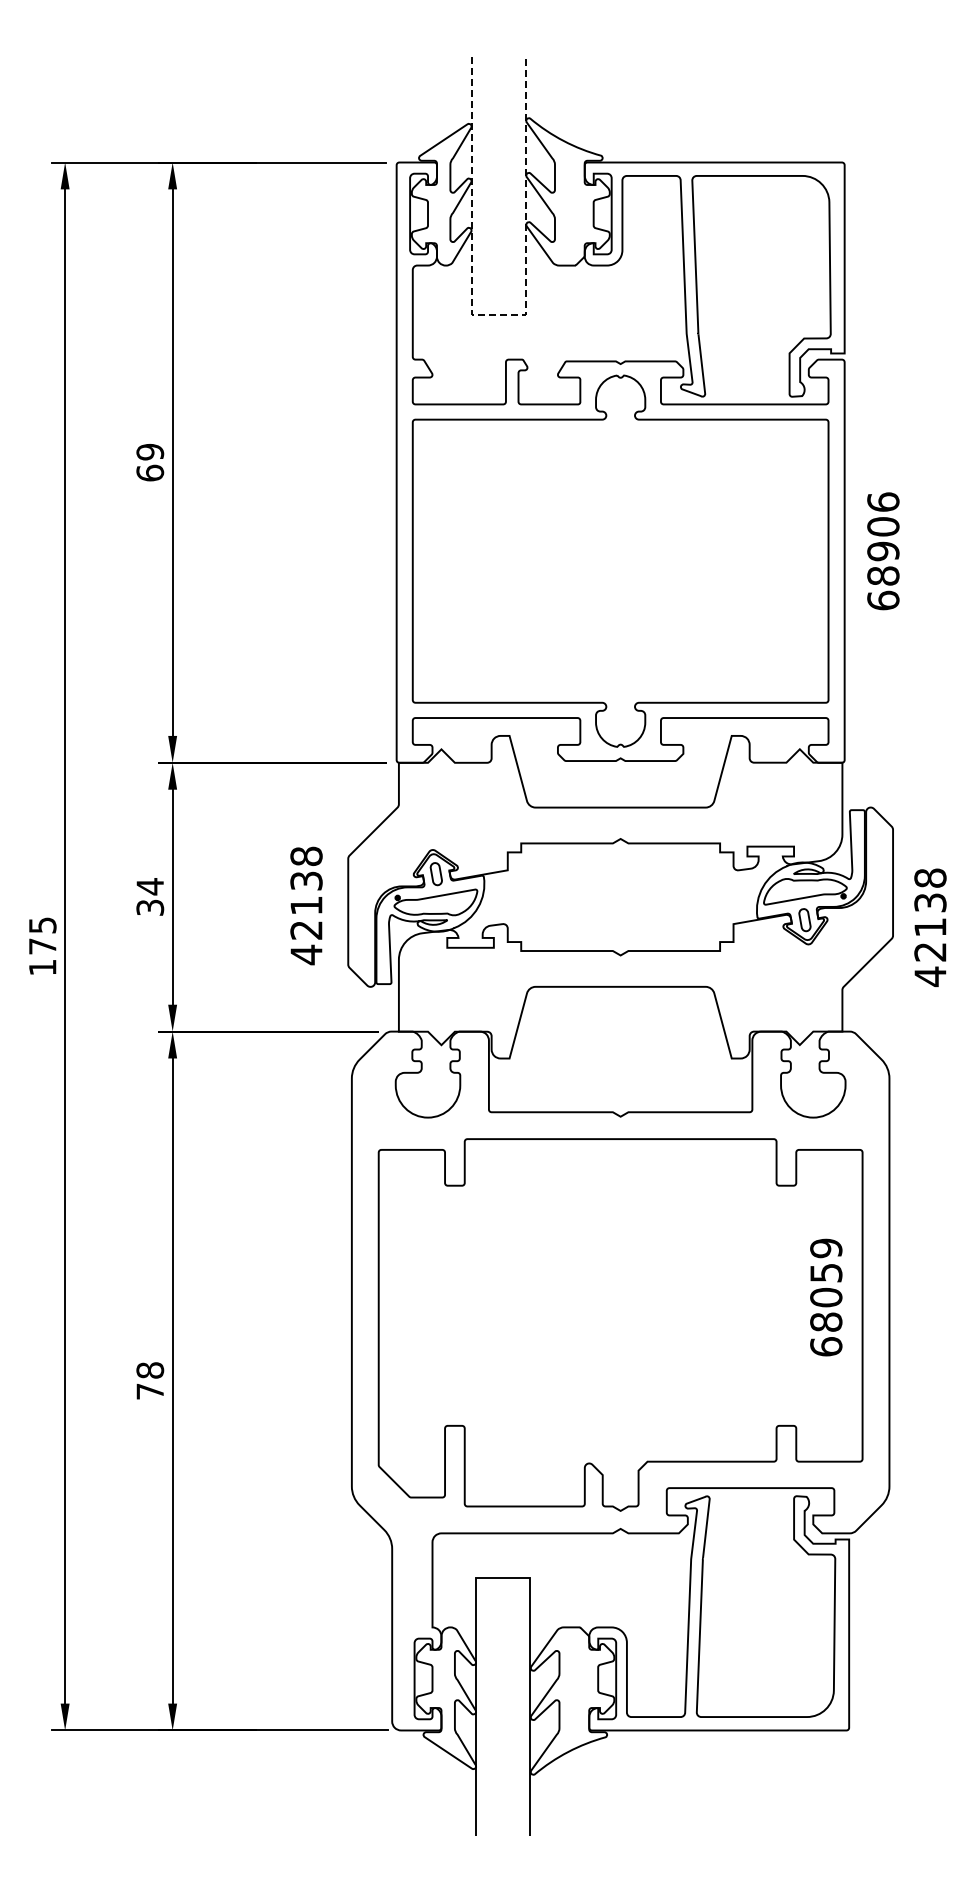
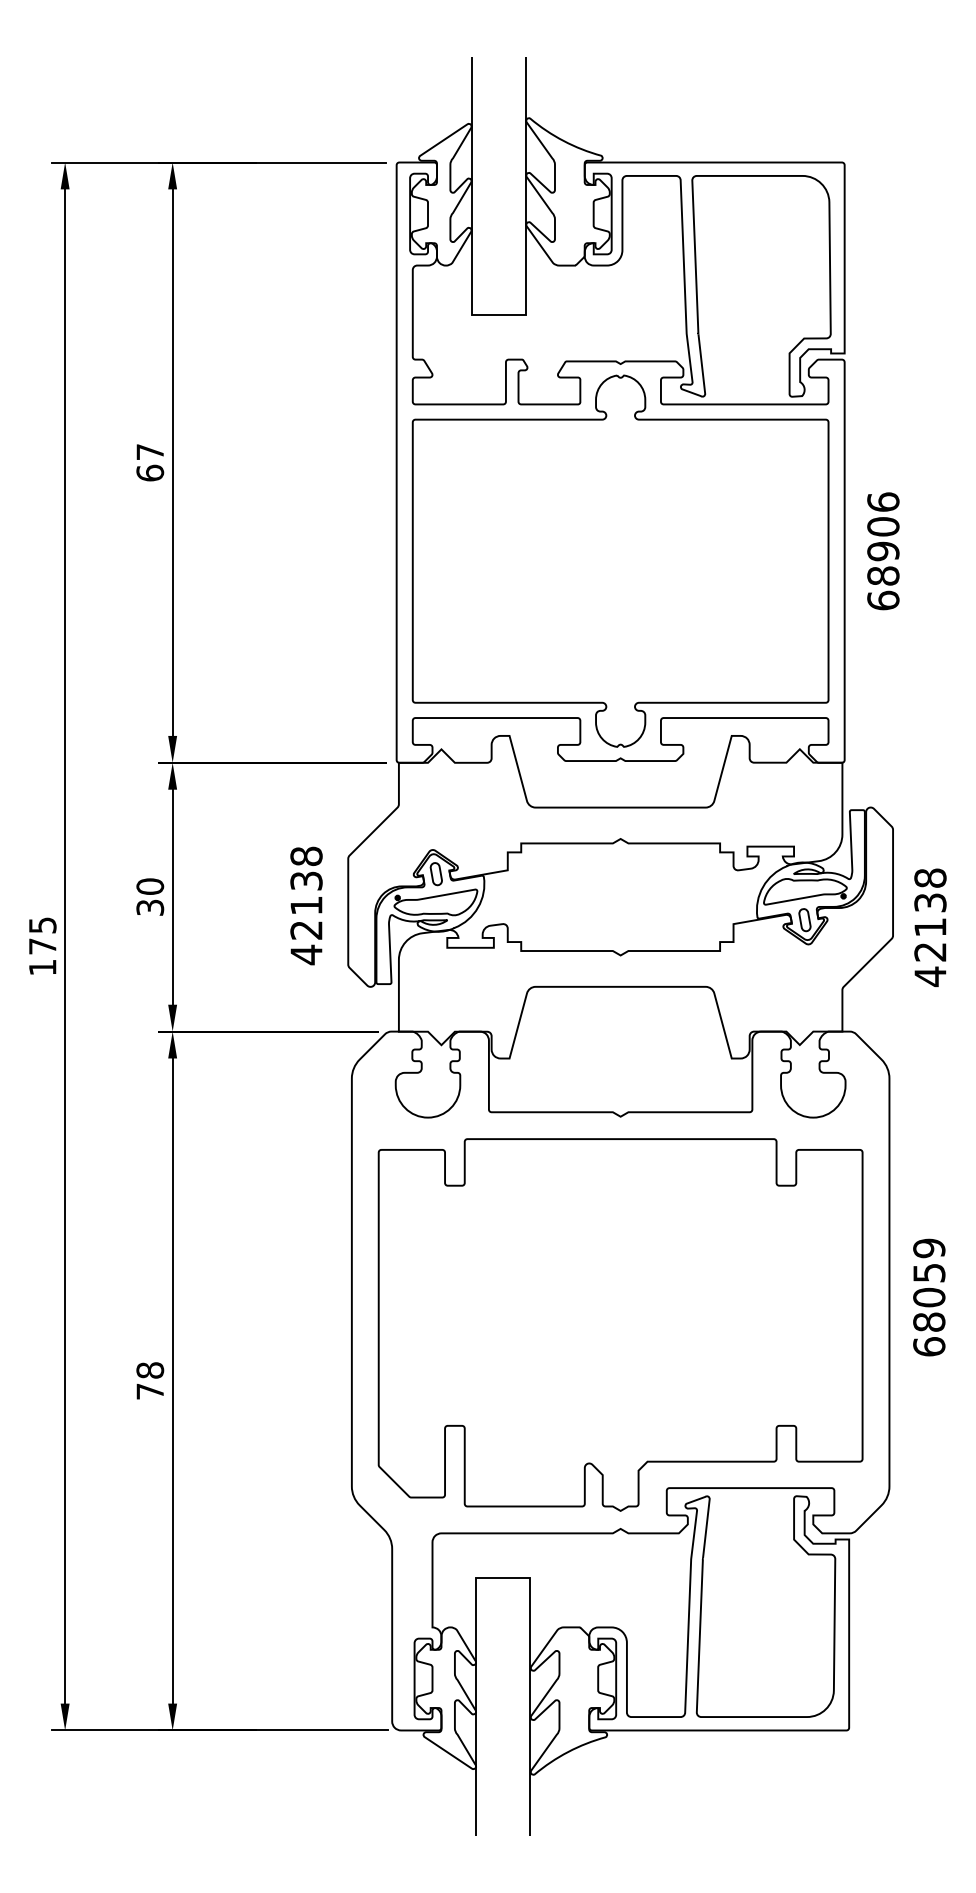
line at (498, 314): dashed -> solid
text at (150, 451): 69 -> 67
text at (150, 886): 34 -> 30
text at (826, 1297) position: (826, 1297) -> (929, 1297)
